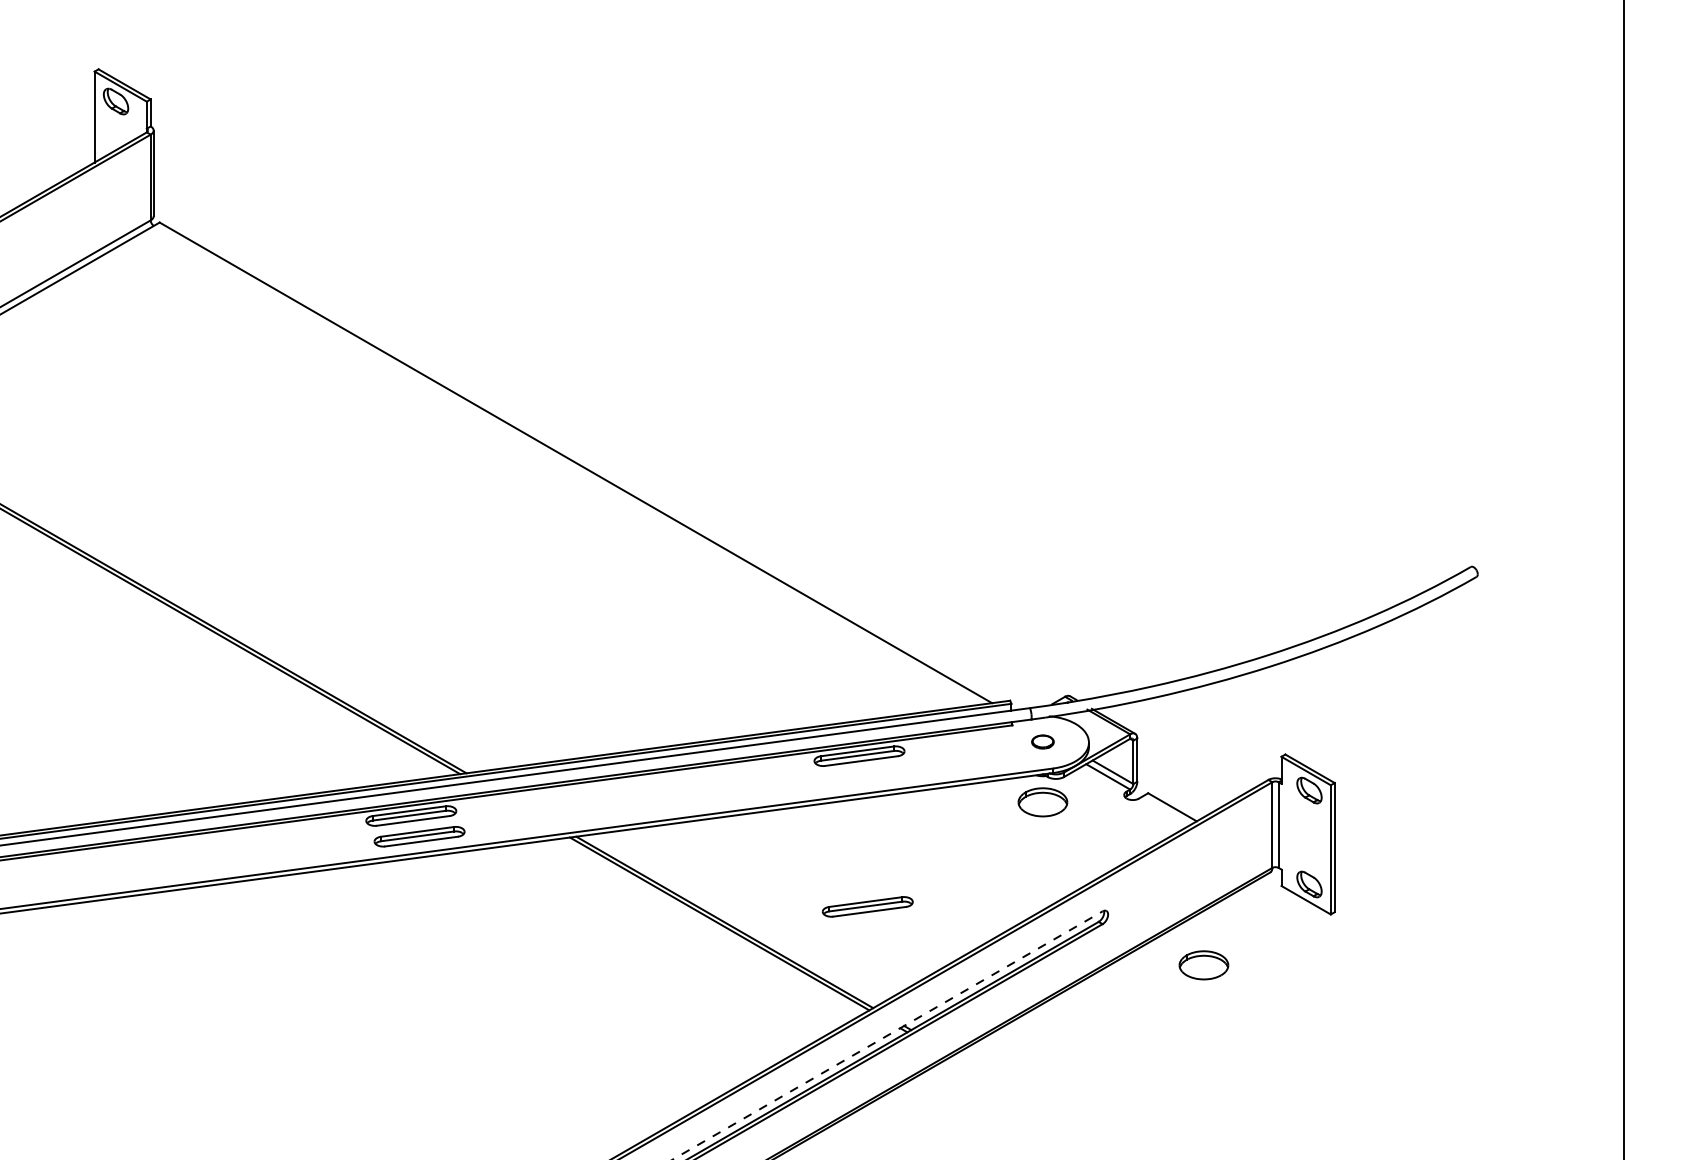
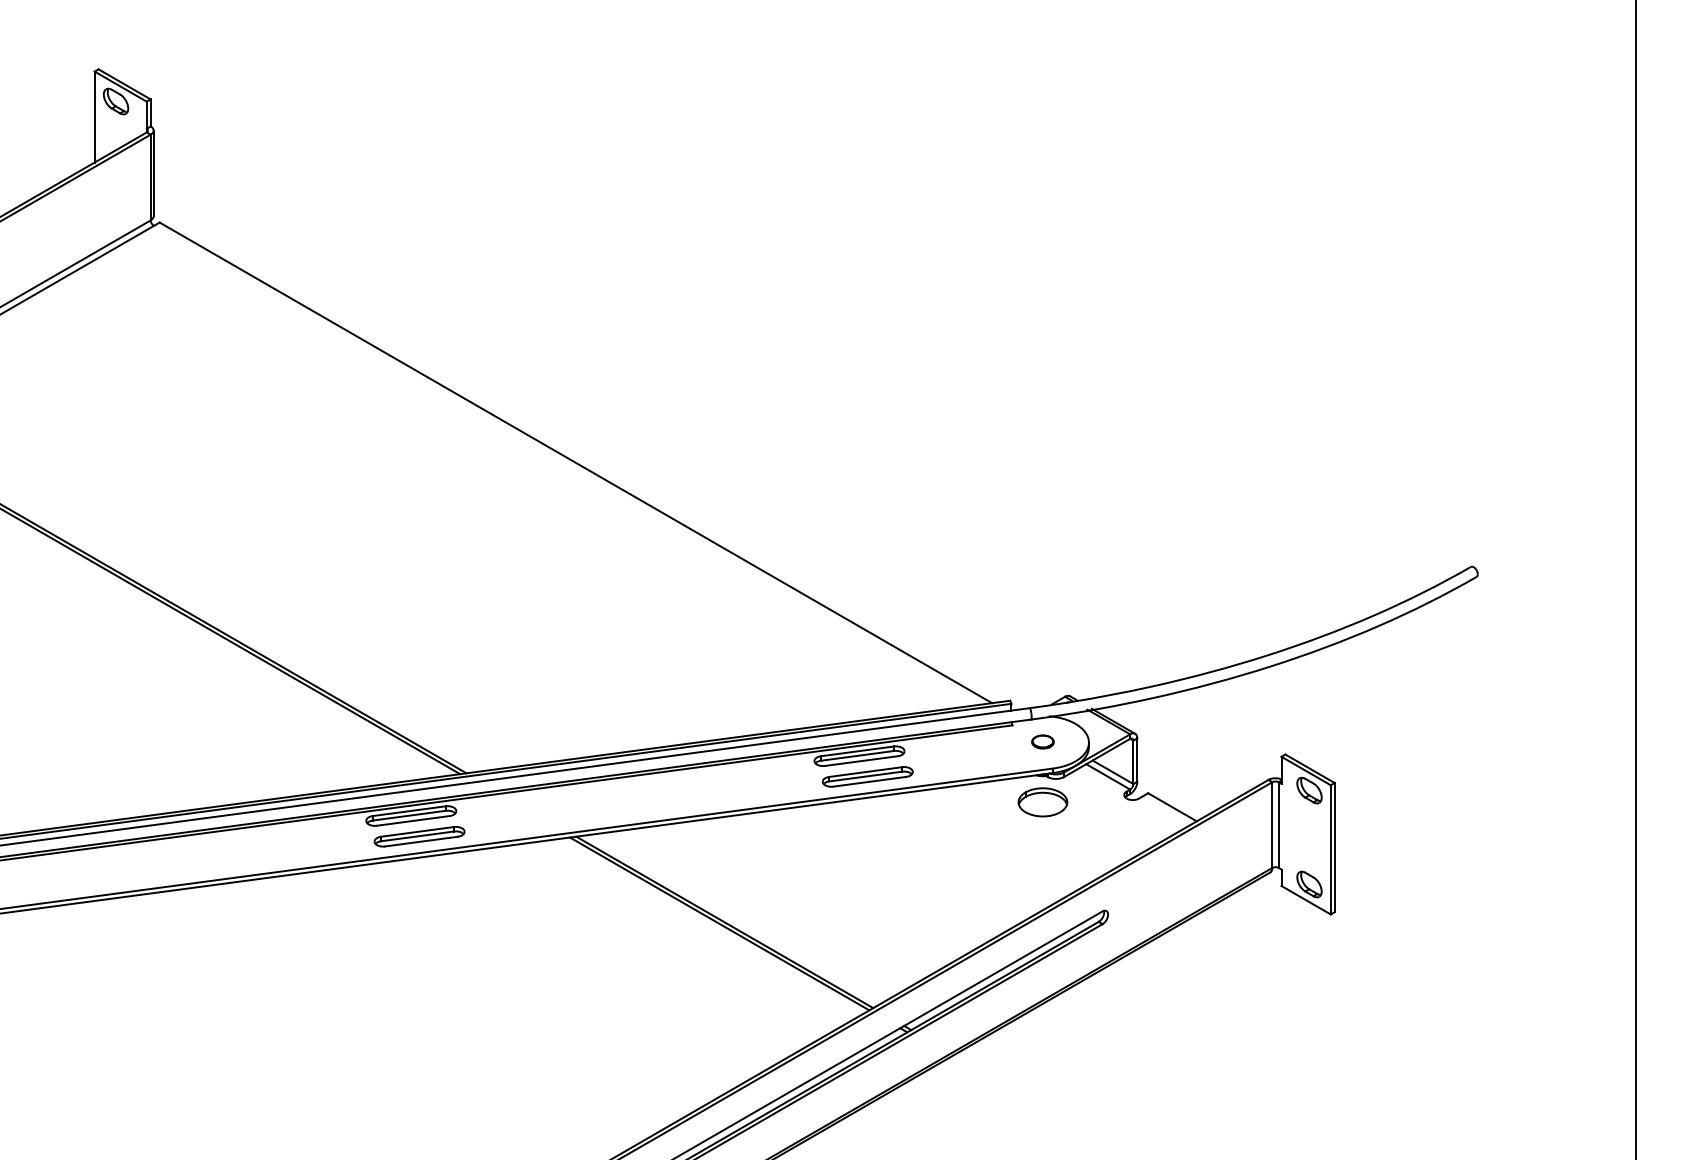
line at (1624, 579) position: (1624, 579) -> (1636, 579)
part at (867, 906) position: (867, 906) -> (867, 776)
part at (1203, 965): present -> none
line at (888, 1035): dashed -> solid
